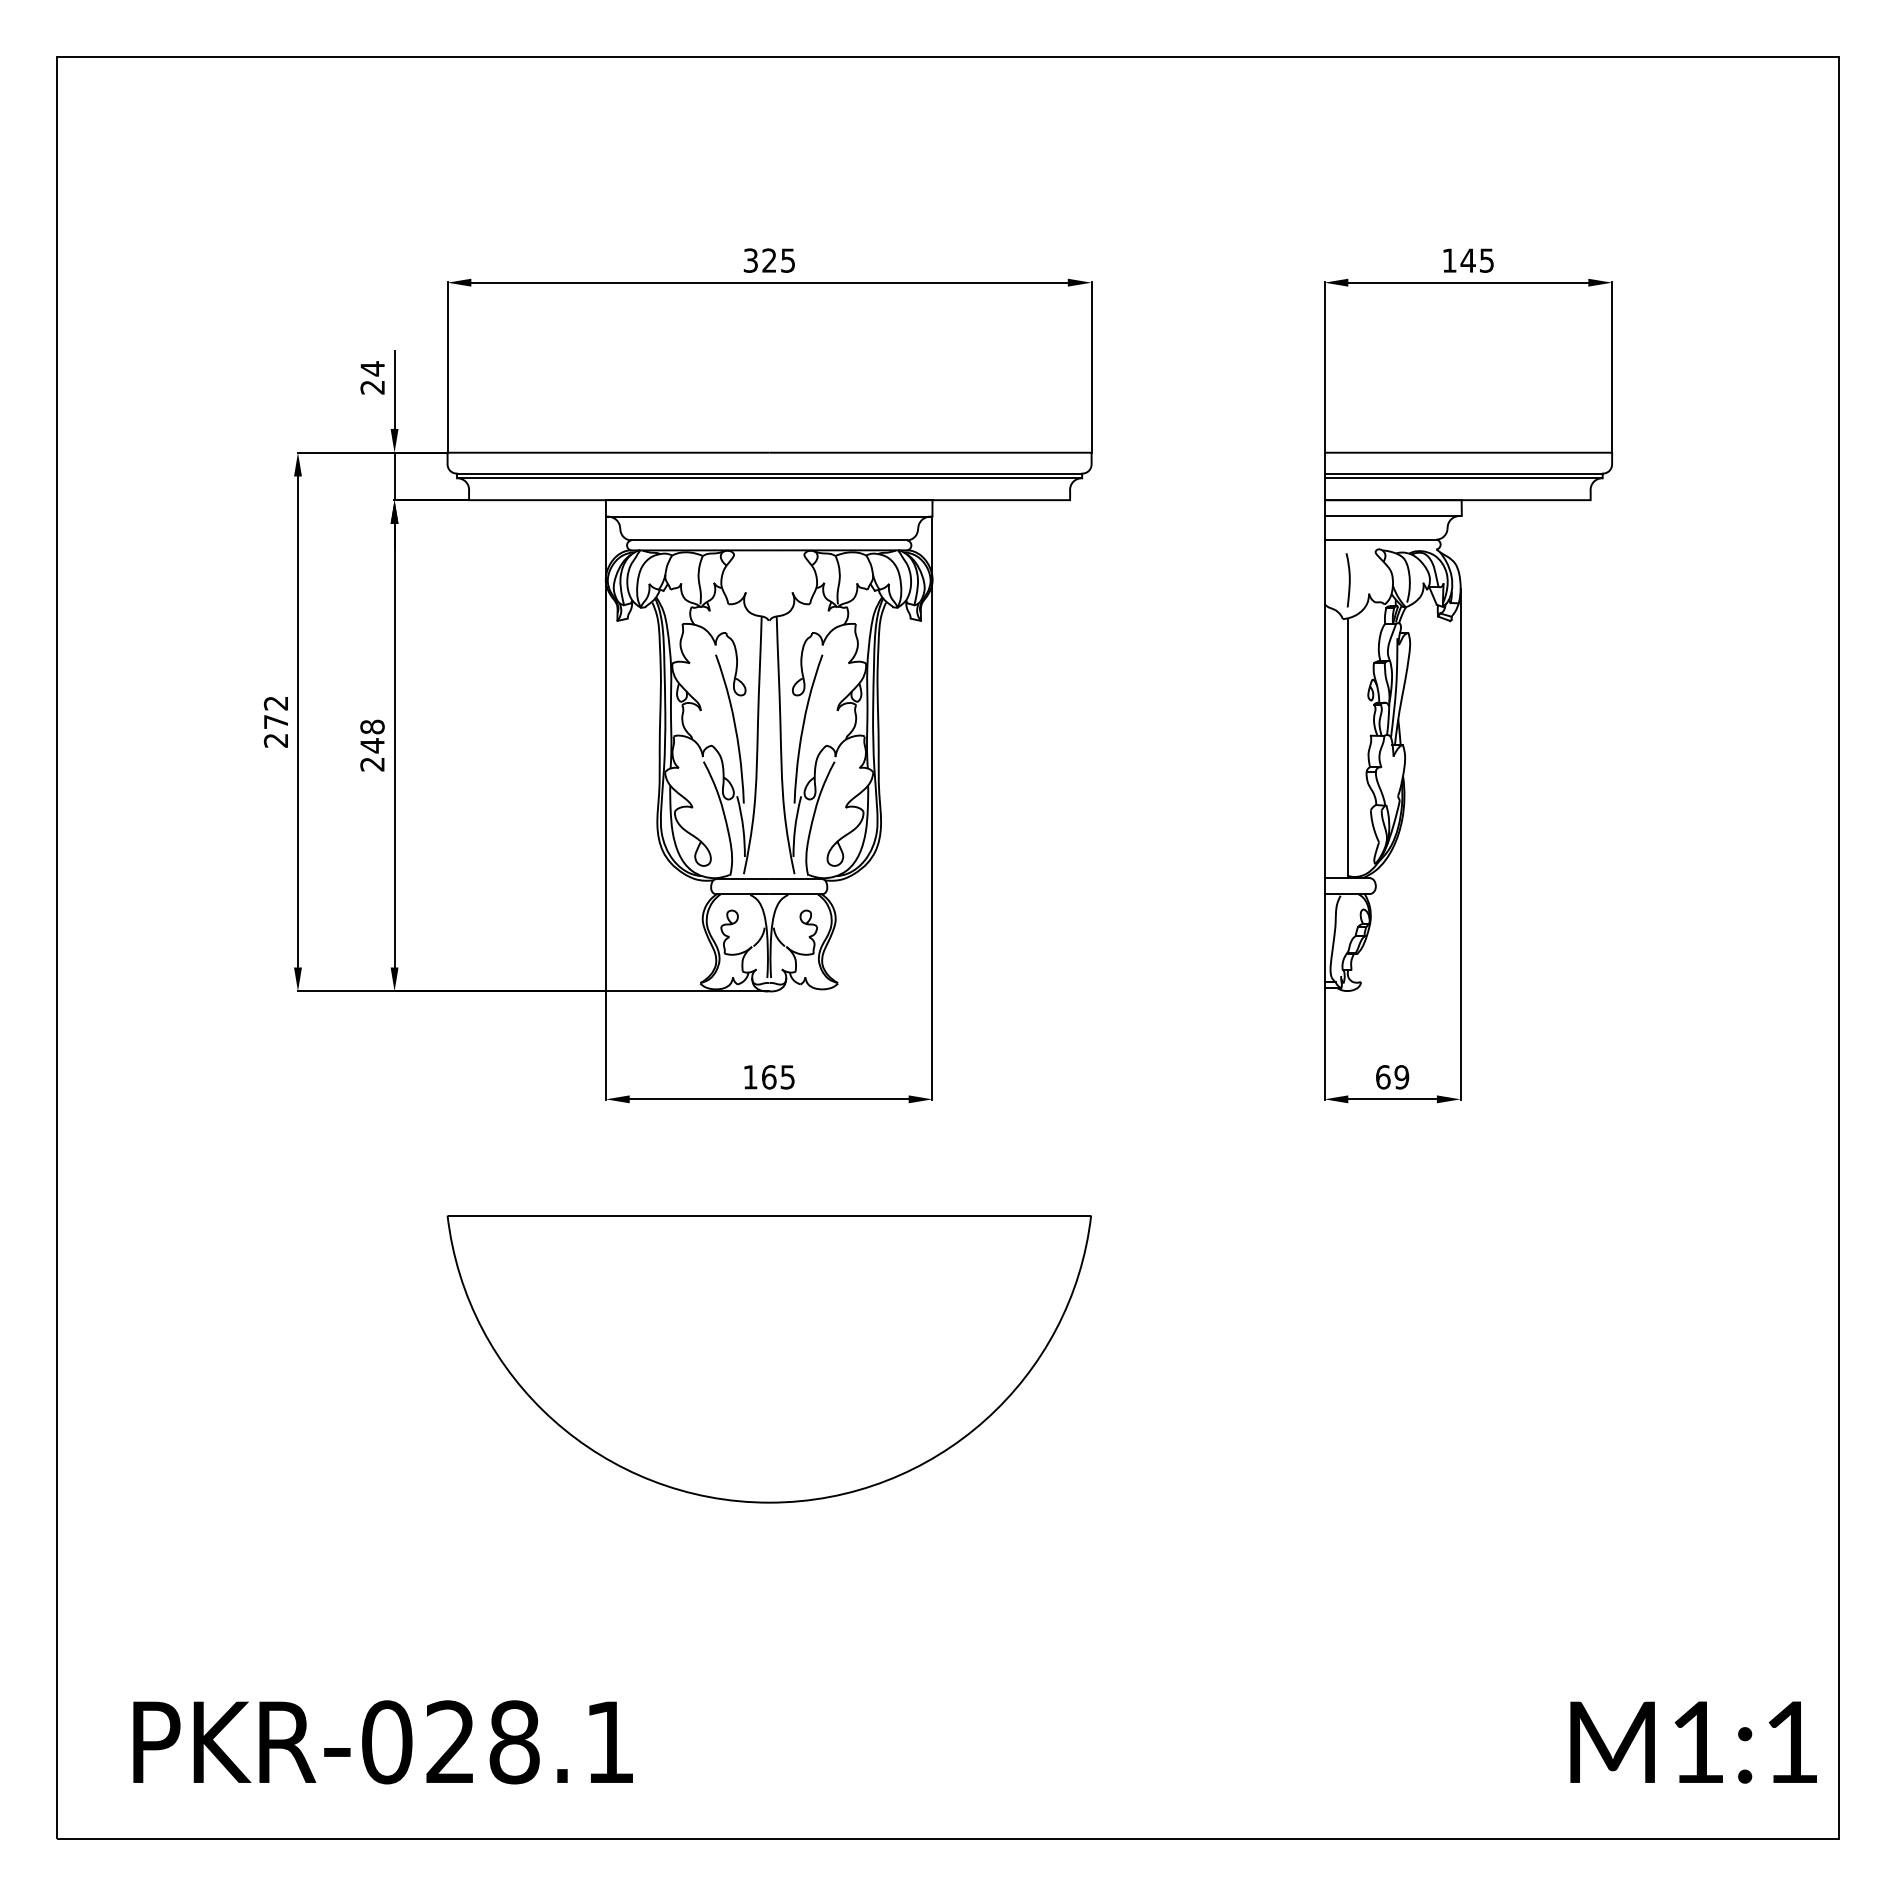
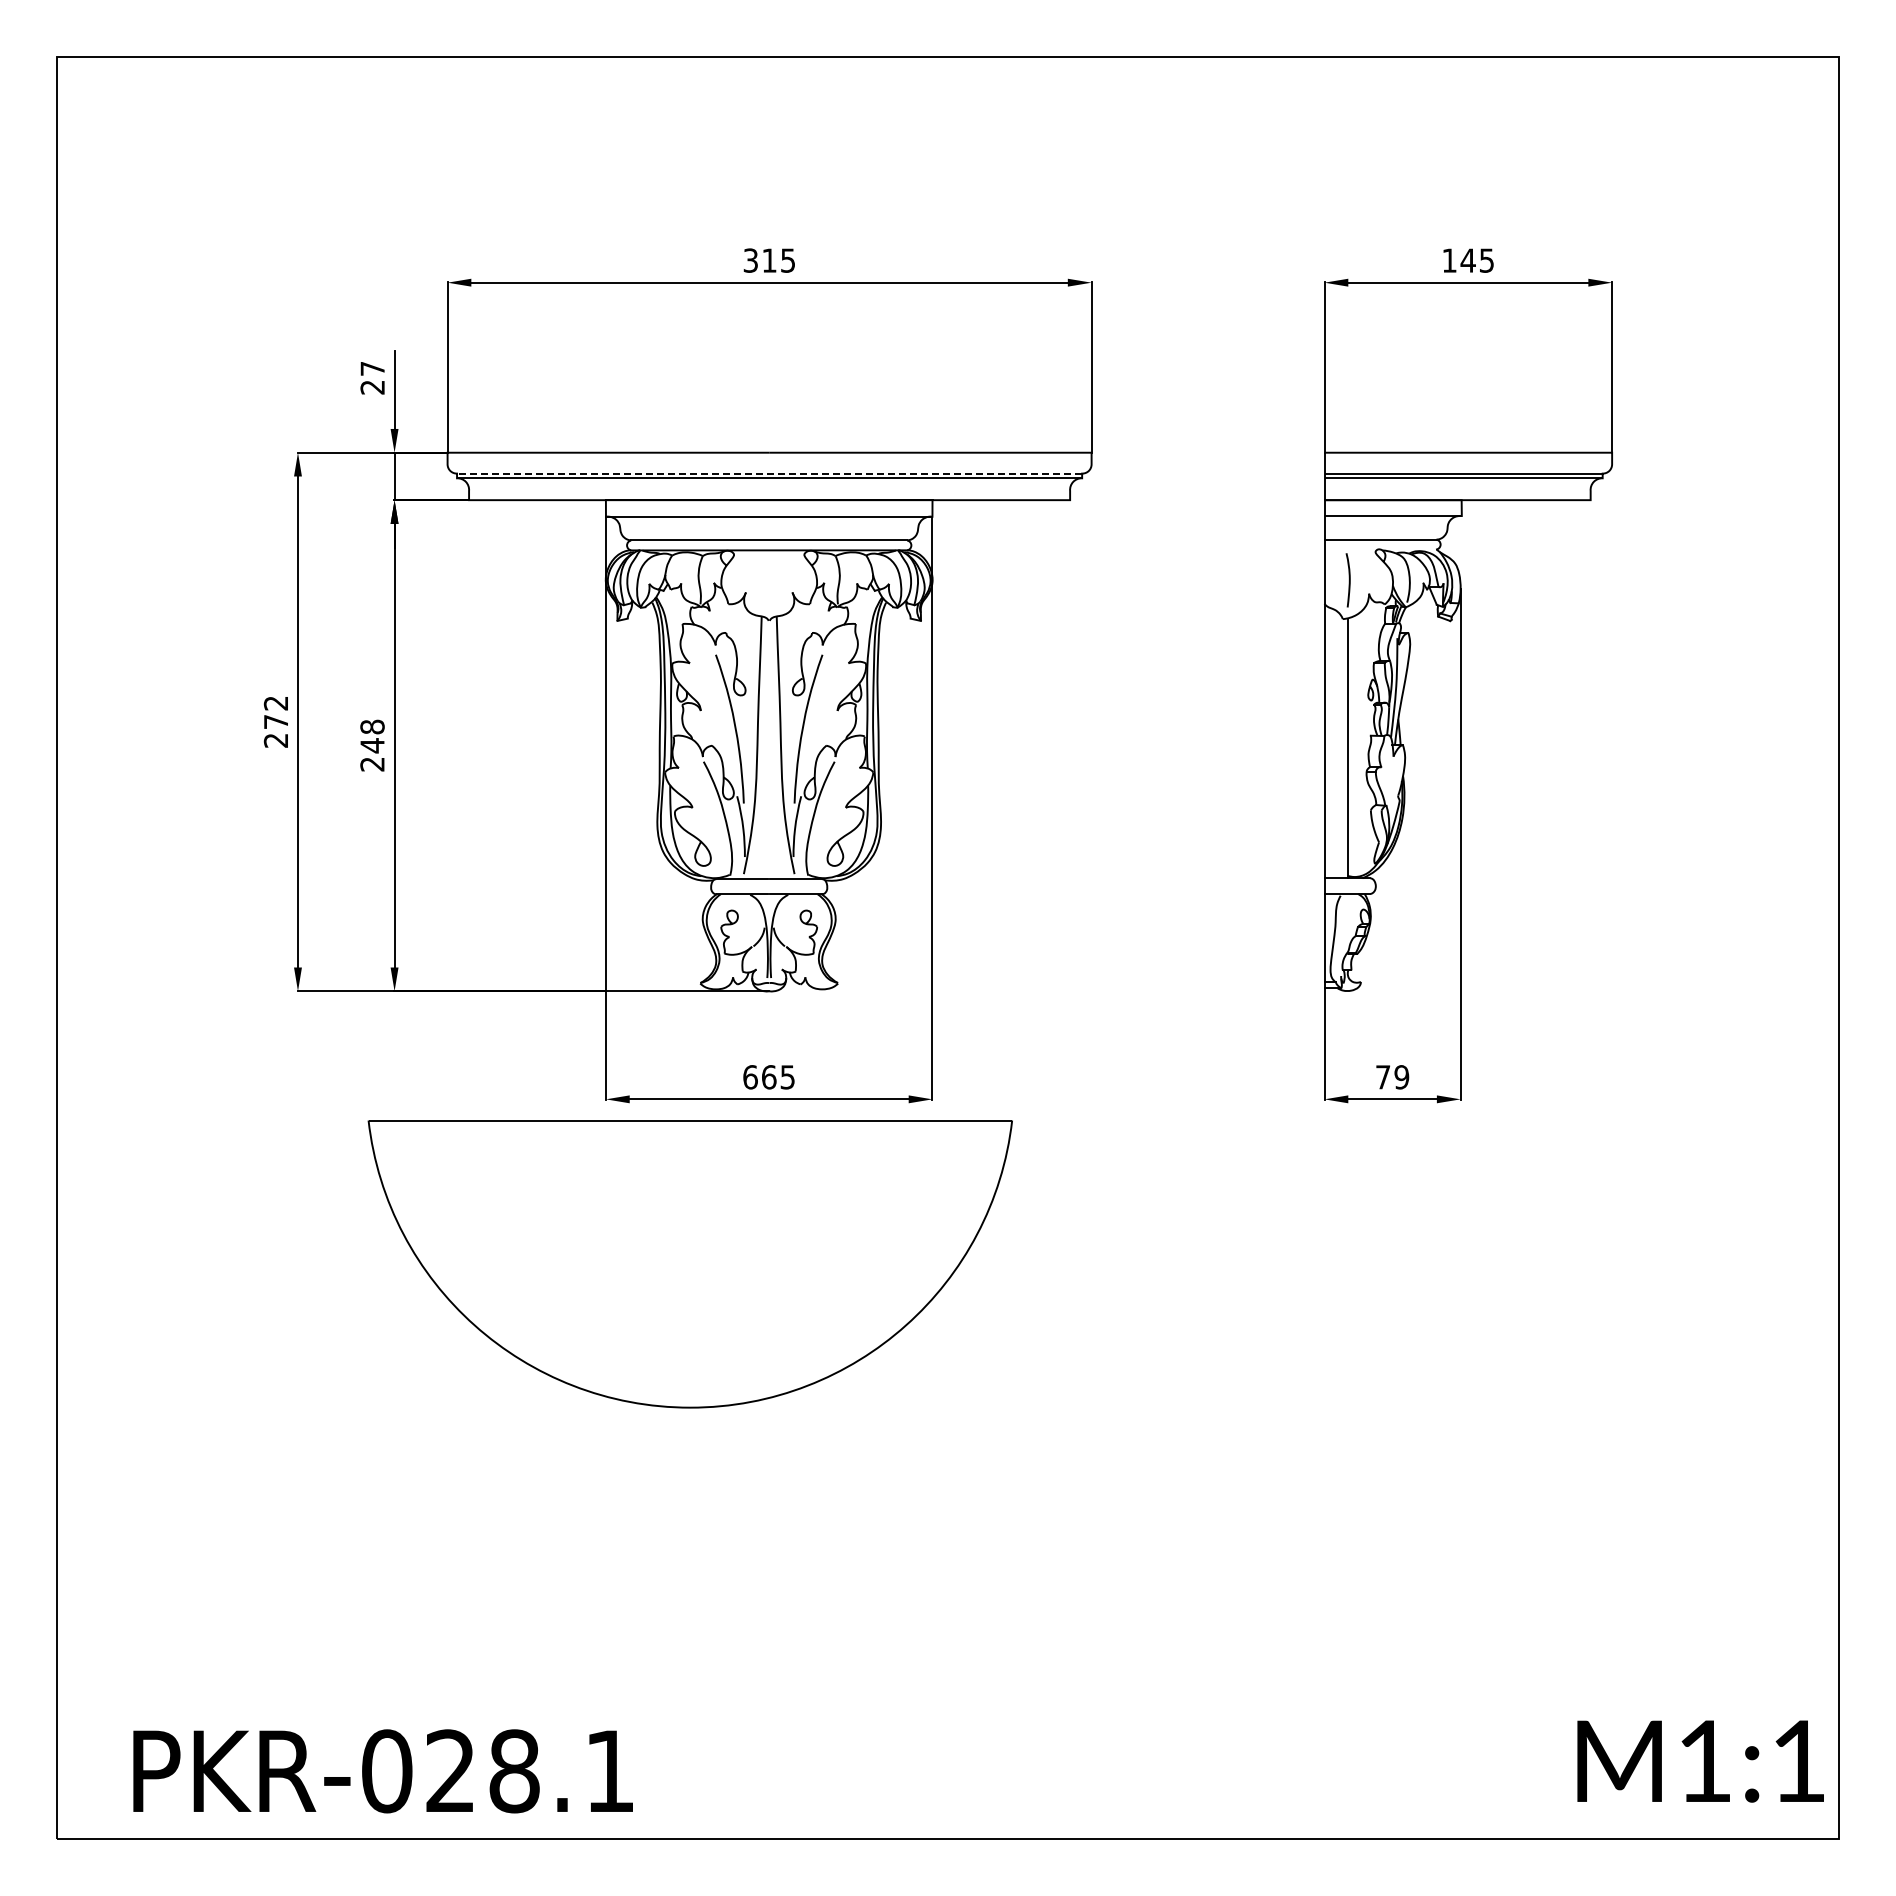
text at (769, 260): 325 -> 315
text at (372, 368): 24 -> 27
line at (769, 473): solid -> dashed
text at (750, 1077): 165 -> 665
text at (1383, 1077): 69 -> 79
part at (768, 1359) position: (768, 1359) -> (689, 1264)
text at (382, 1742) position: (382, 1742) -> (382, 1771)
text at (1693, 1742) position: (1693, 1742) -> (1700, 1761)
